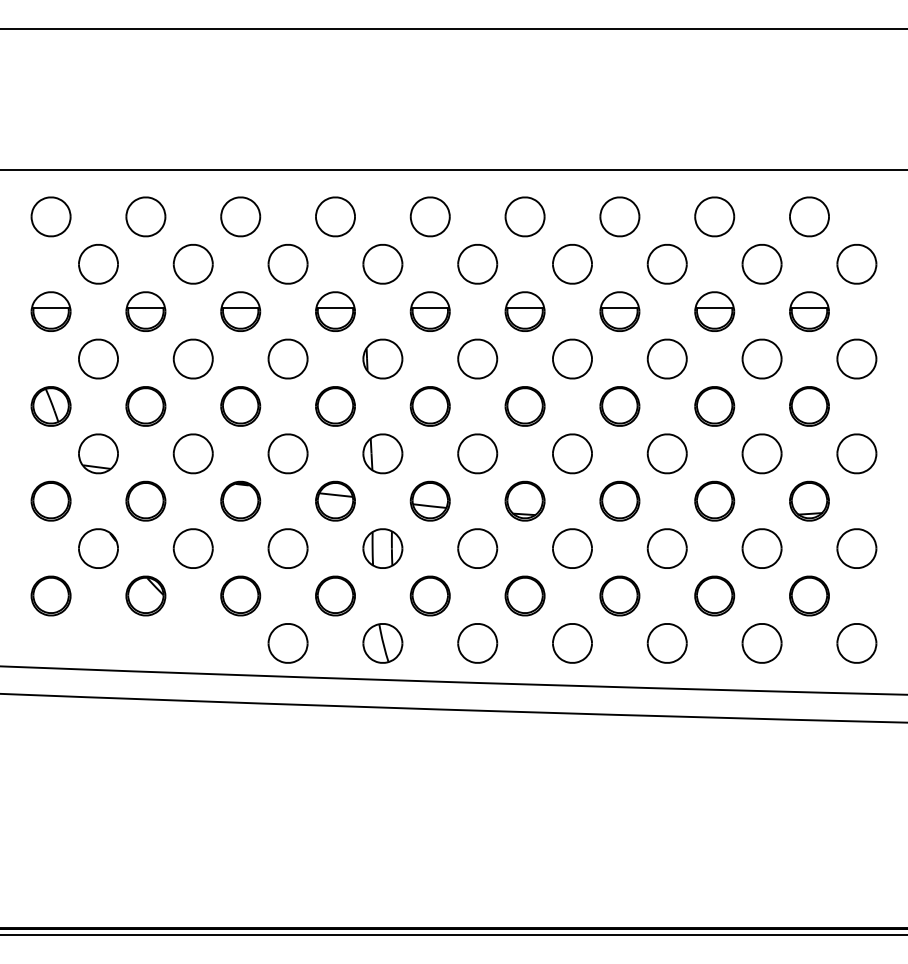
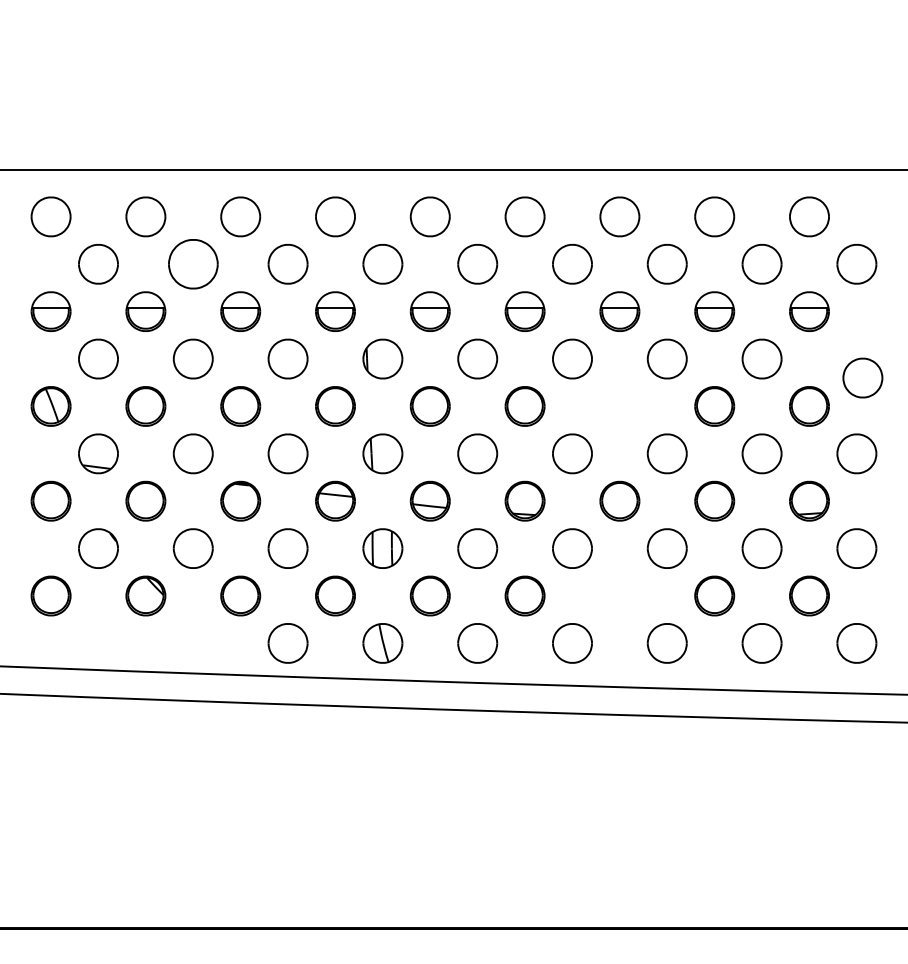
line at (453, 28): present -> none
part at (192, 264) size: 42x41 px -> 51x51 px
part at (856, 358) position: (856, 358) -> (862, 377)
part at (619, 406): present -> none
part at (619, 595): present -> none
line at (453, 935): present -> none
